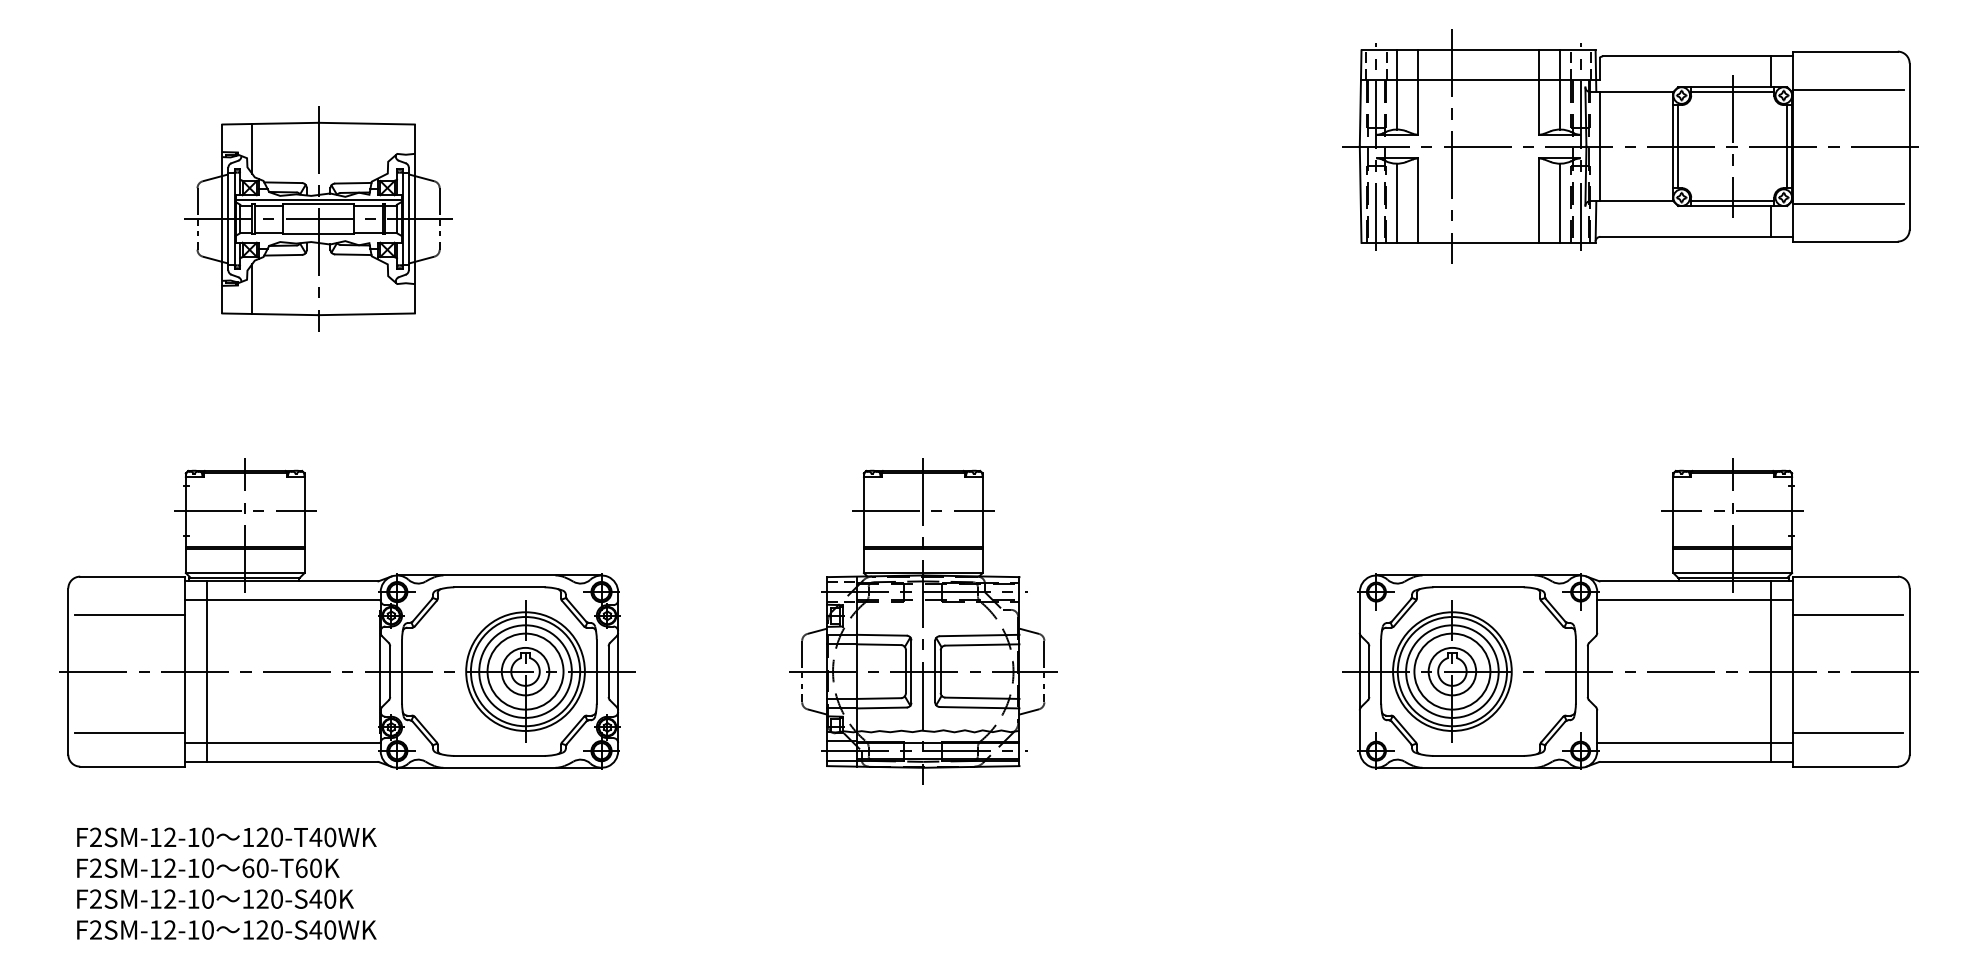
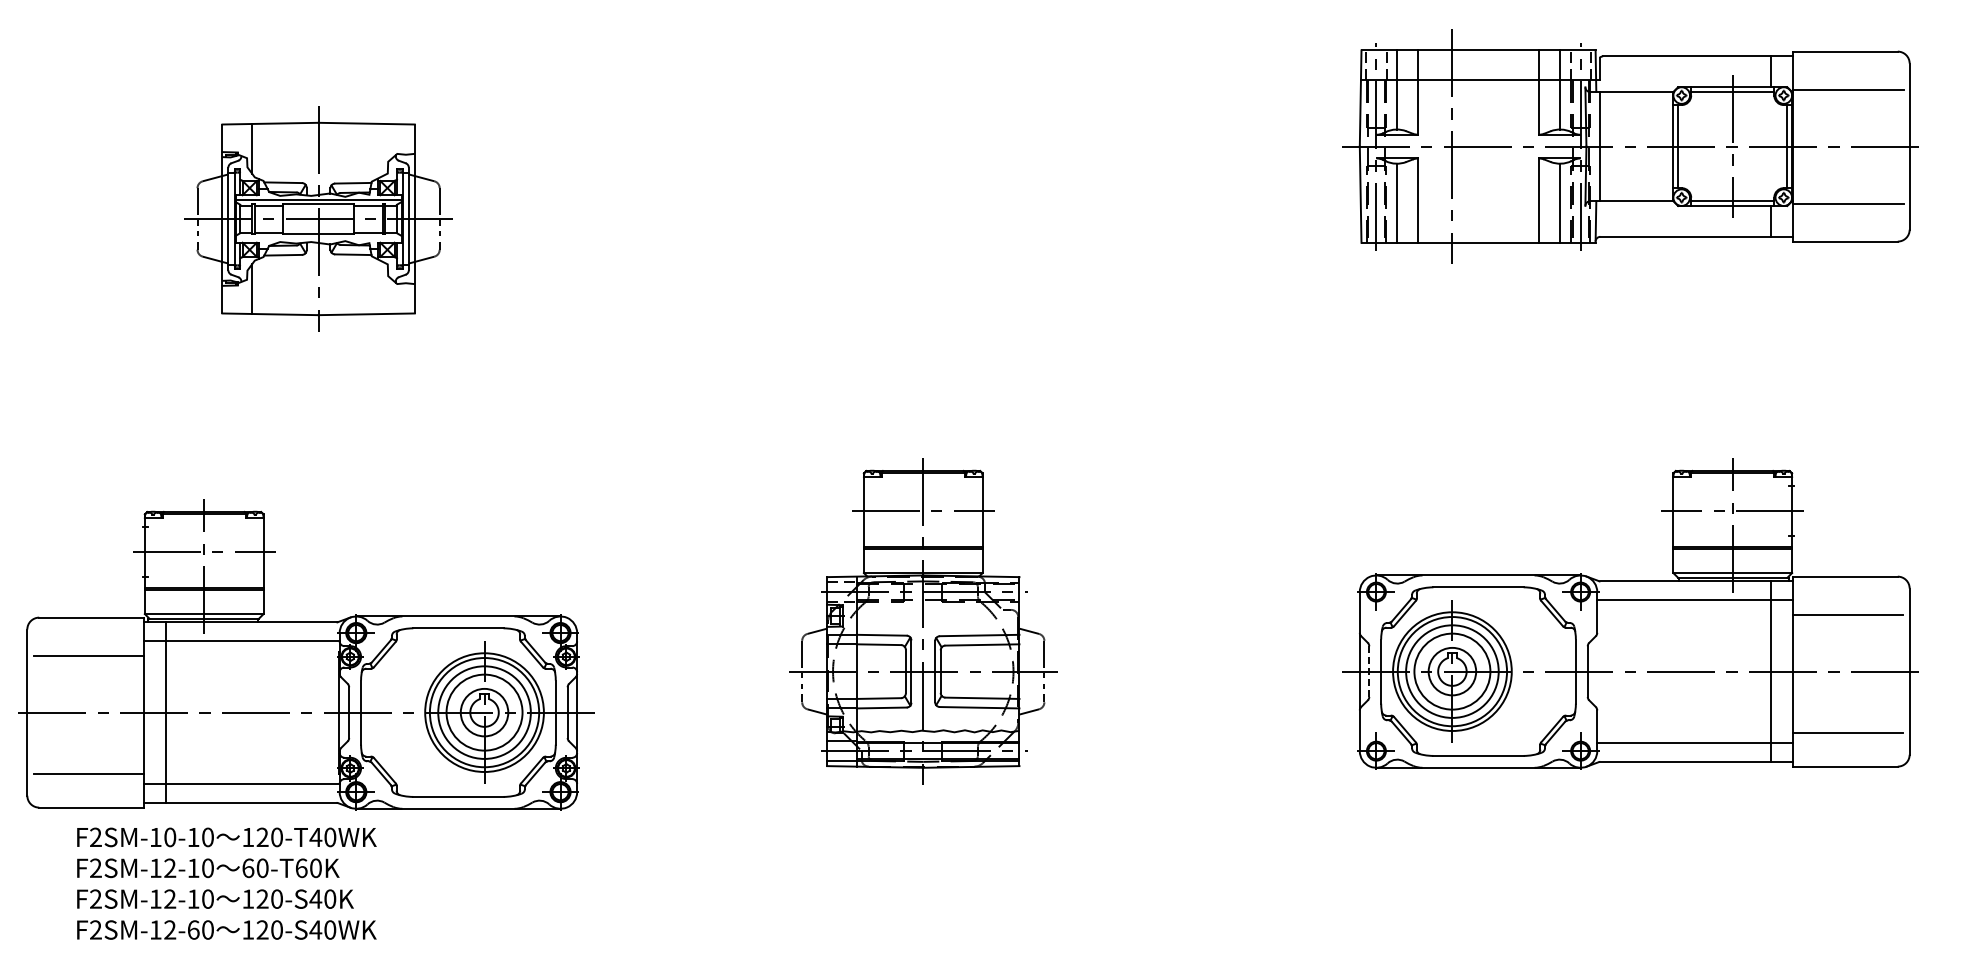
part at (347, 613) position: (347, 613) -> (306, 654)
line at (1369, 671): solid -> dashed
text at (170, 837): F2SM-12-10 -> F2SM-10-10
text at (193, 929): F2SM-12-10 -> F2SM-12-60
